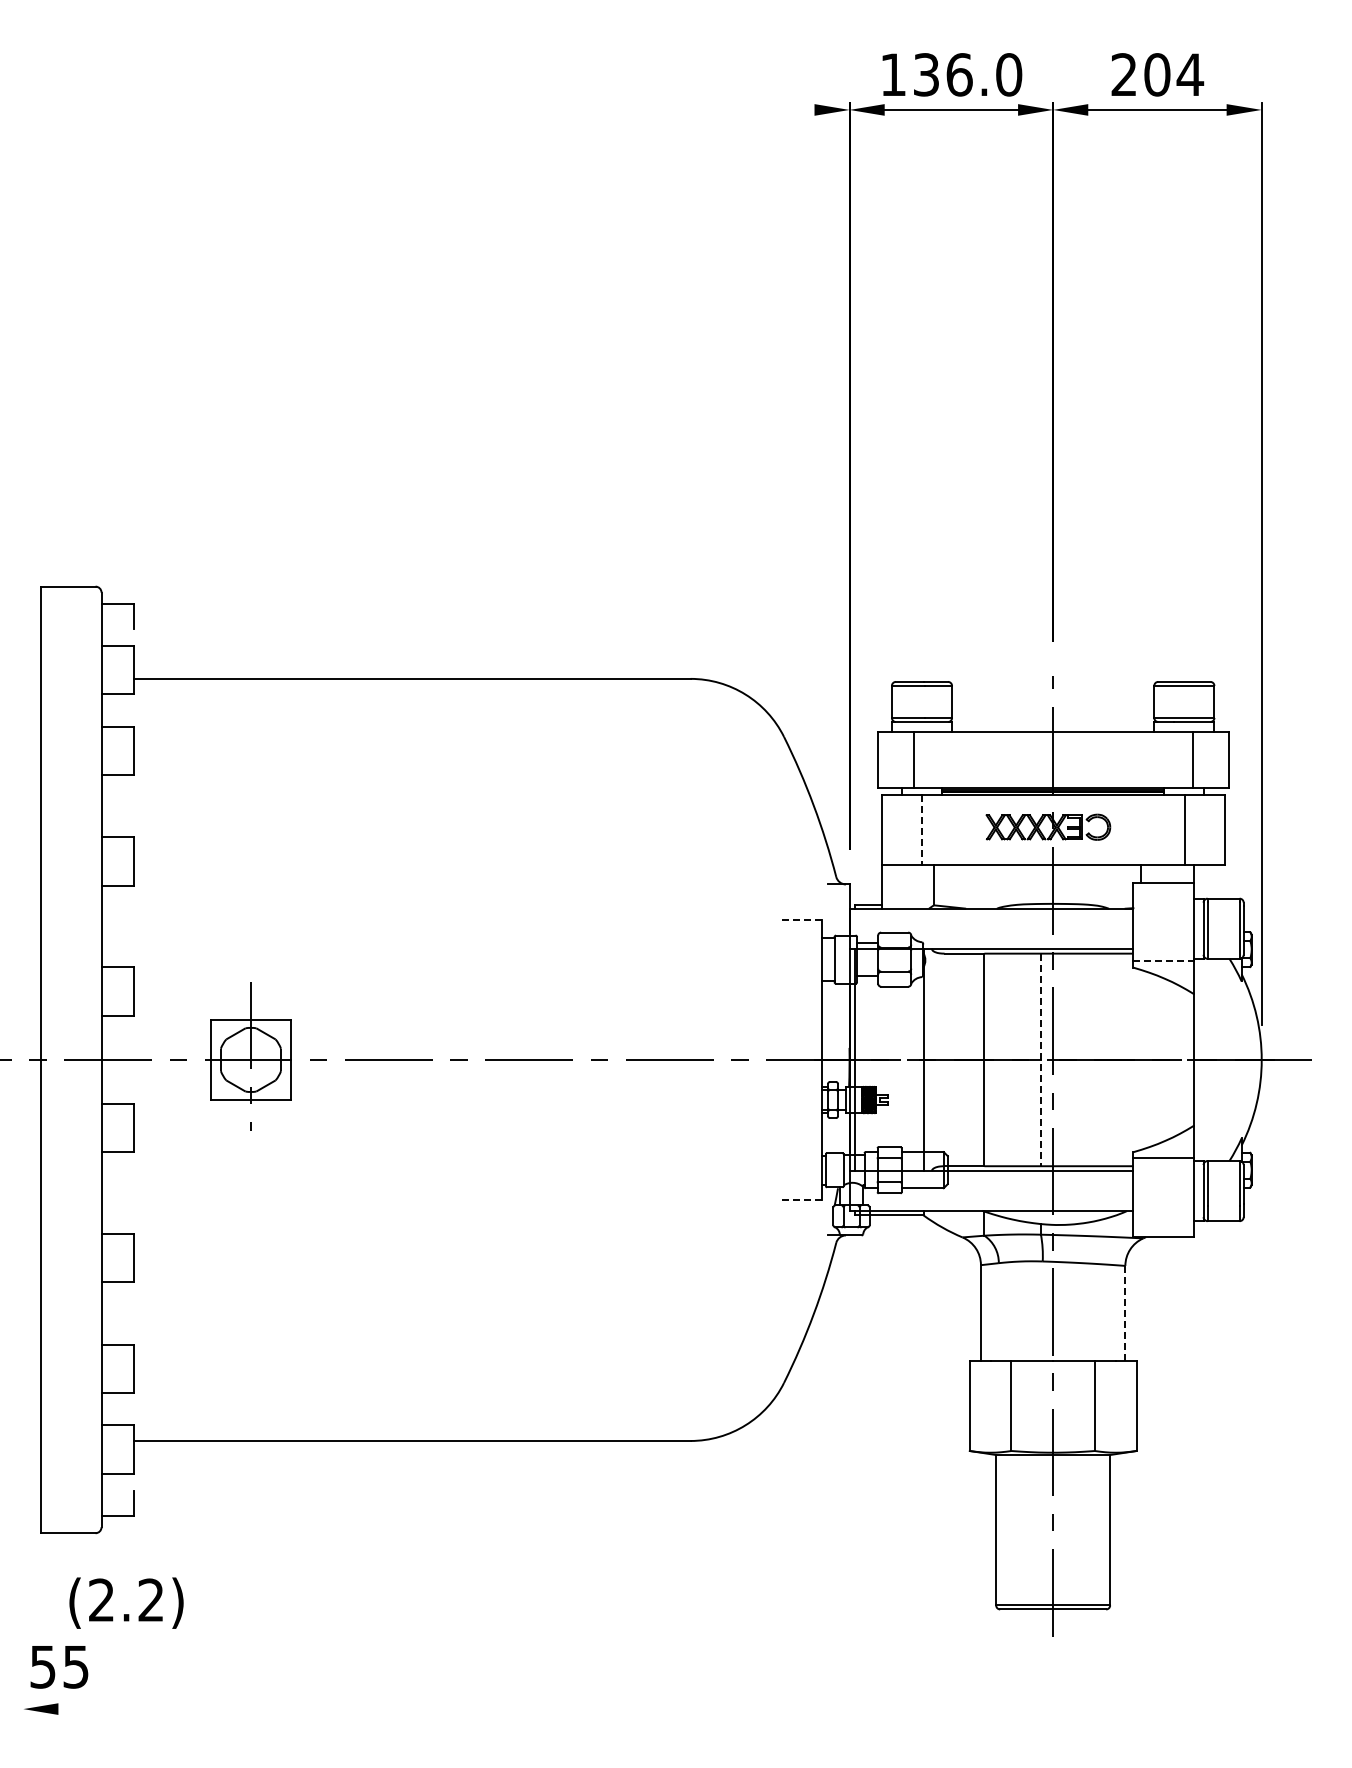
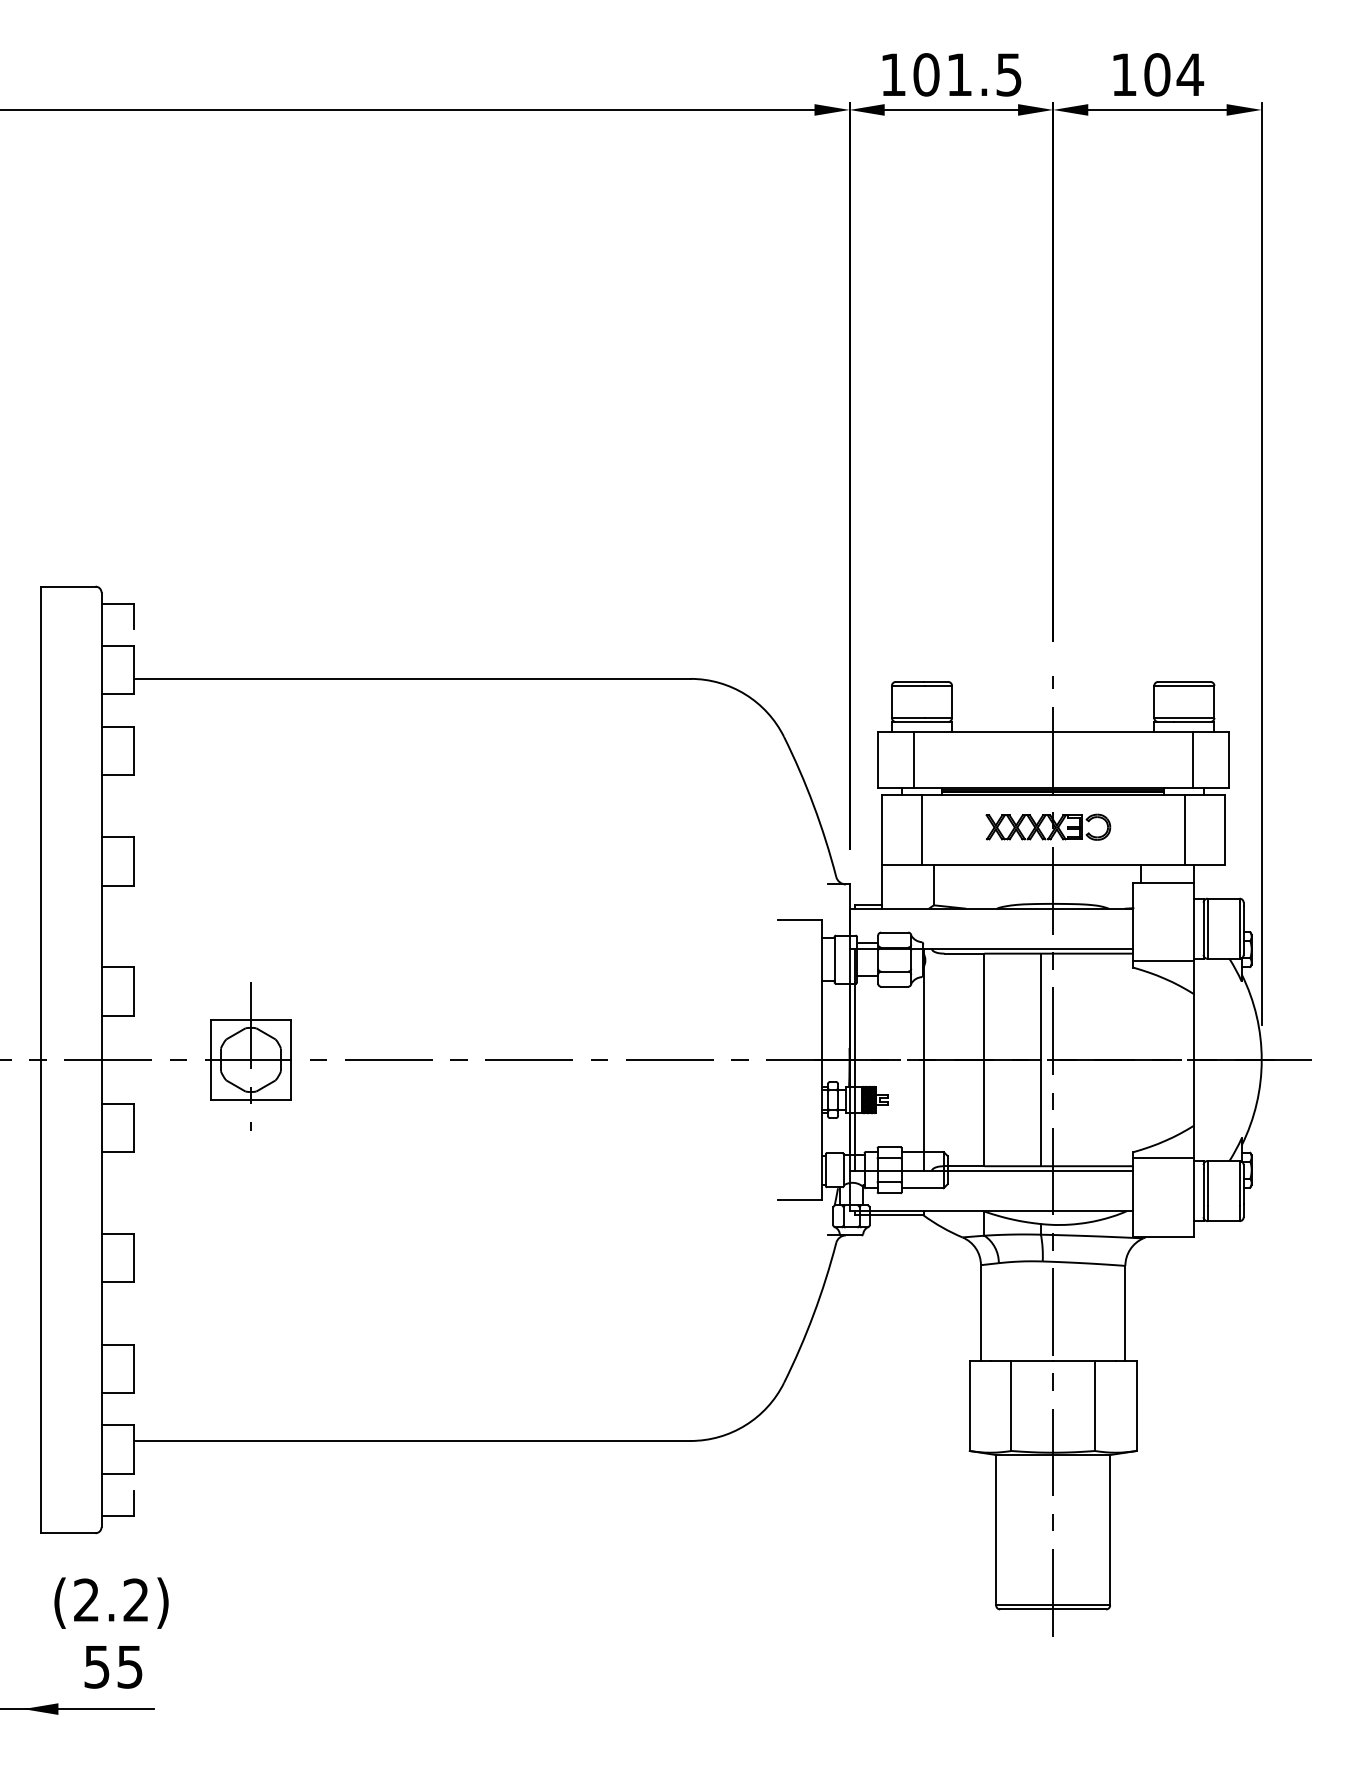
text at (967, 74): 136.0 -> 101.5
text at (1123, 74): 204 -> 104
line at (408, 109): none -> present
line at (921, 830): dashed -> solid
line at (799, 919): dashed -> solid
line at (1163, 961): dashed -> solid
line at (1040, 1060): dashed -> solid
line at (799, 1200): dashed -> solid
line at (1125, 1312): dashed -> solid
text at (126, 1602) position: (126, 1602) -> (111, 1602)
text at (59, 1667) position: (59, 1667) -> (113, 1667)
line at (78, 1709): none -> present
